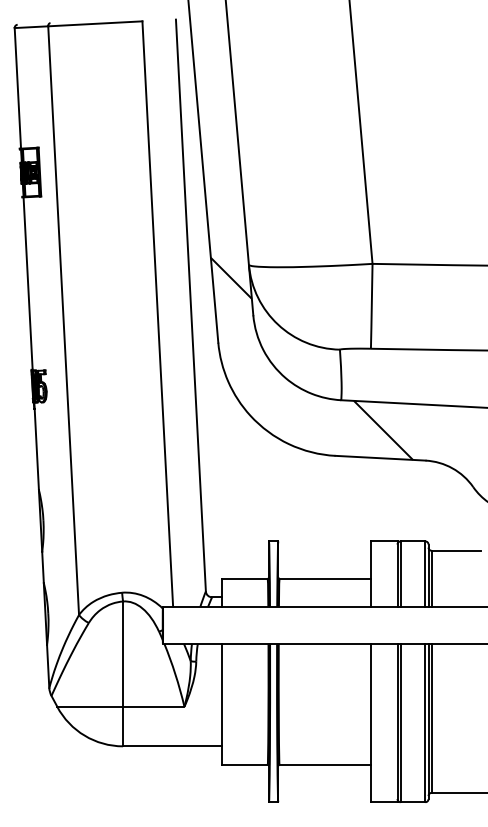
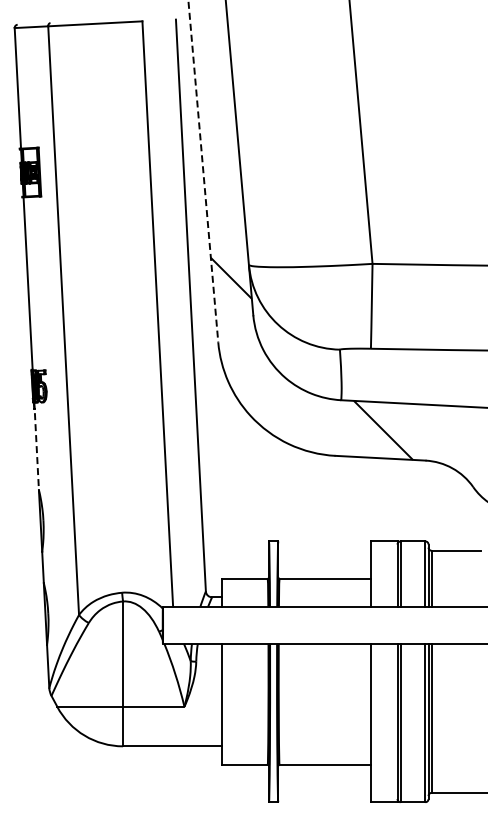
line at (203, 171): solid -> dashed
line at (36, 446): solid -> dashed
